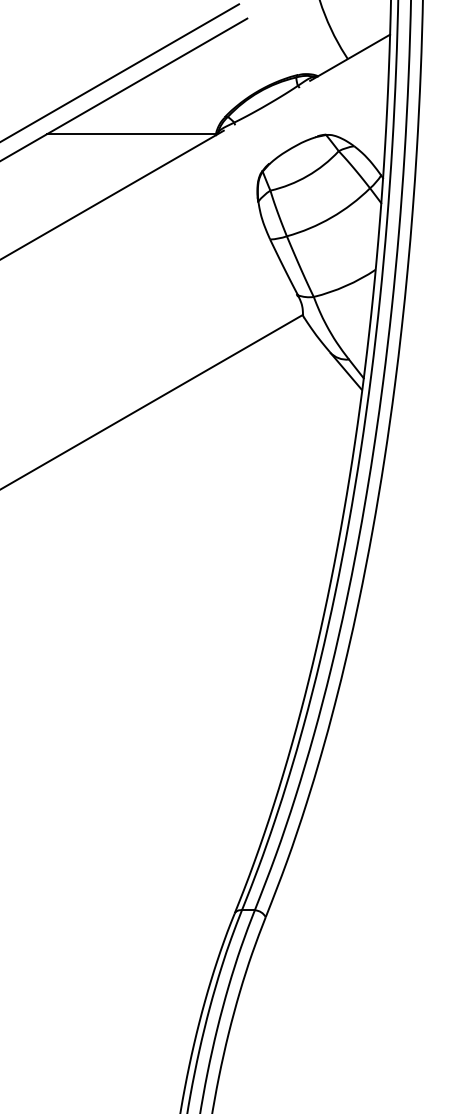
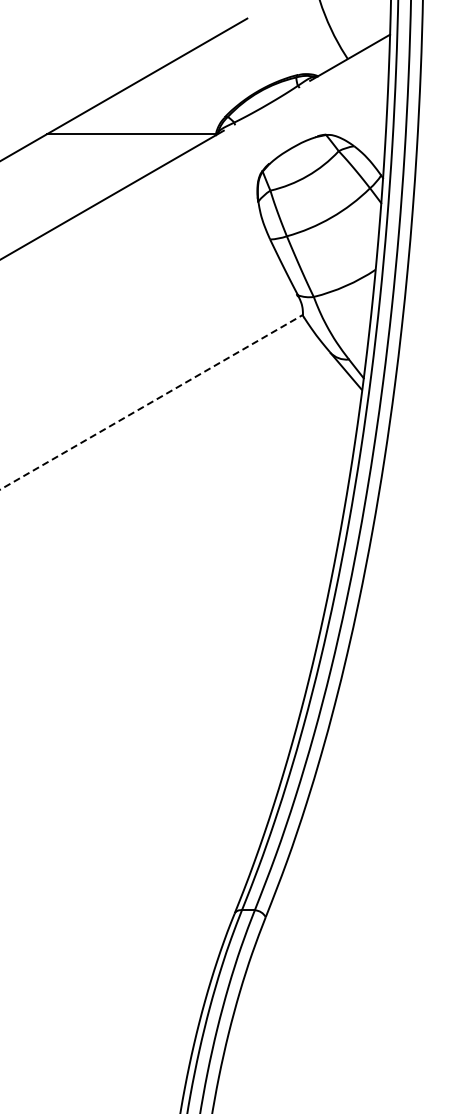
line at (120, 72): present -> none
line at (151, 402): solid -> dashed
